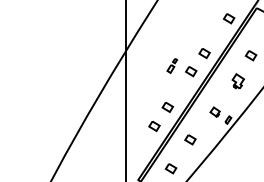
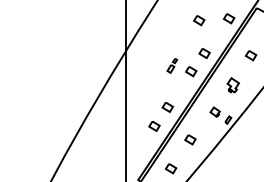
part at (199, 20): none -> present
part at (237, 81) position: (237, 81) -> (232, 85)
